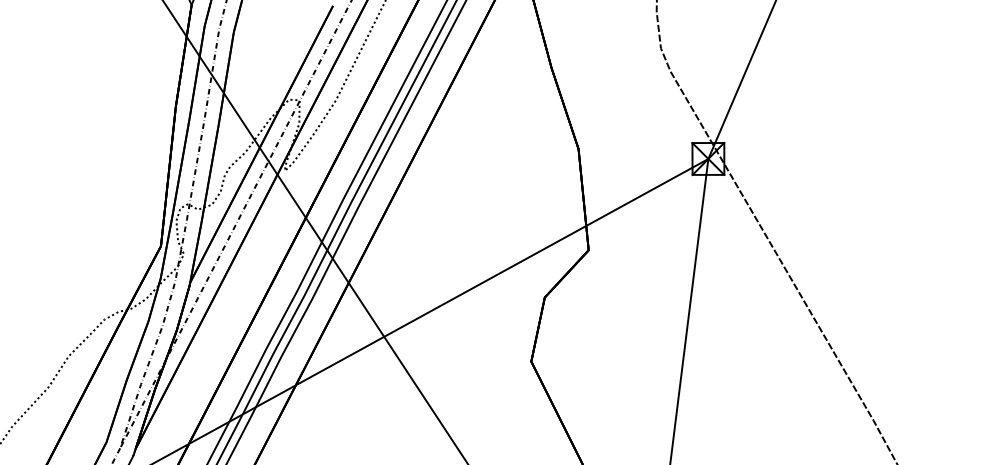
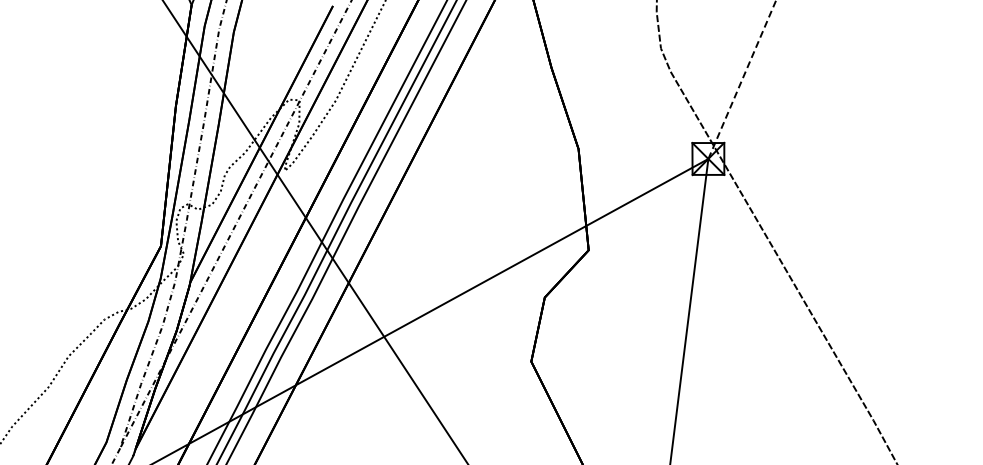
line at (742, 79): solid -> dashed
